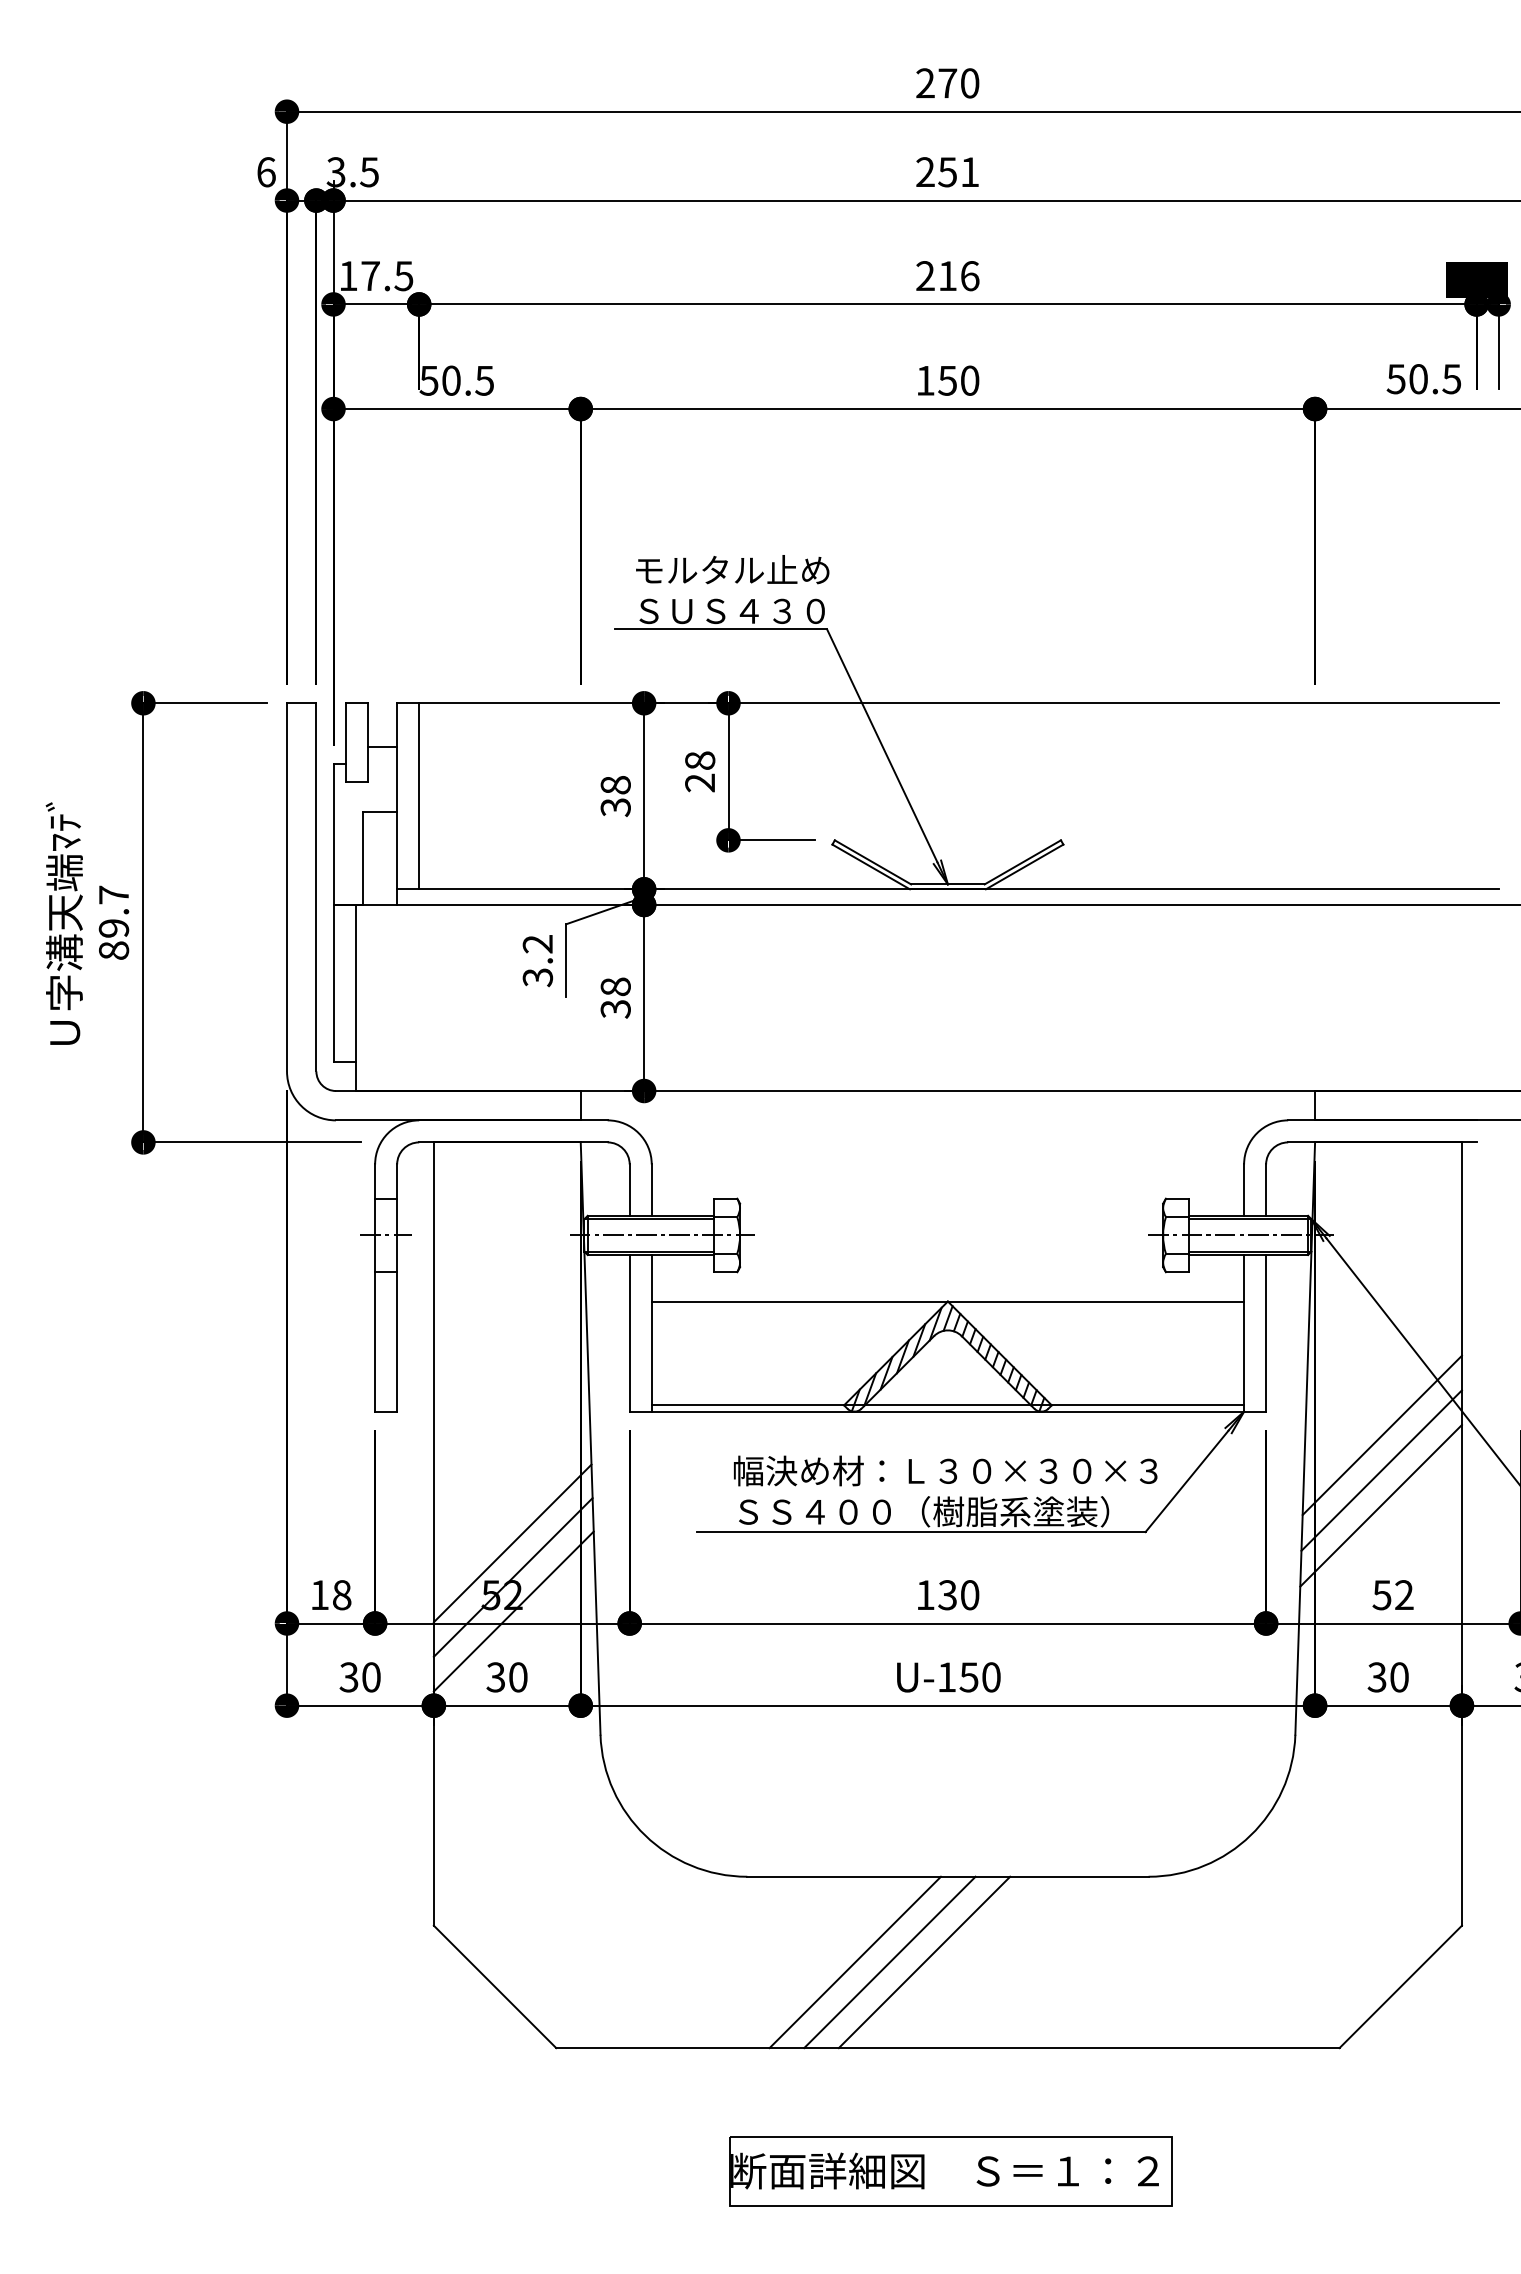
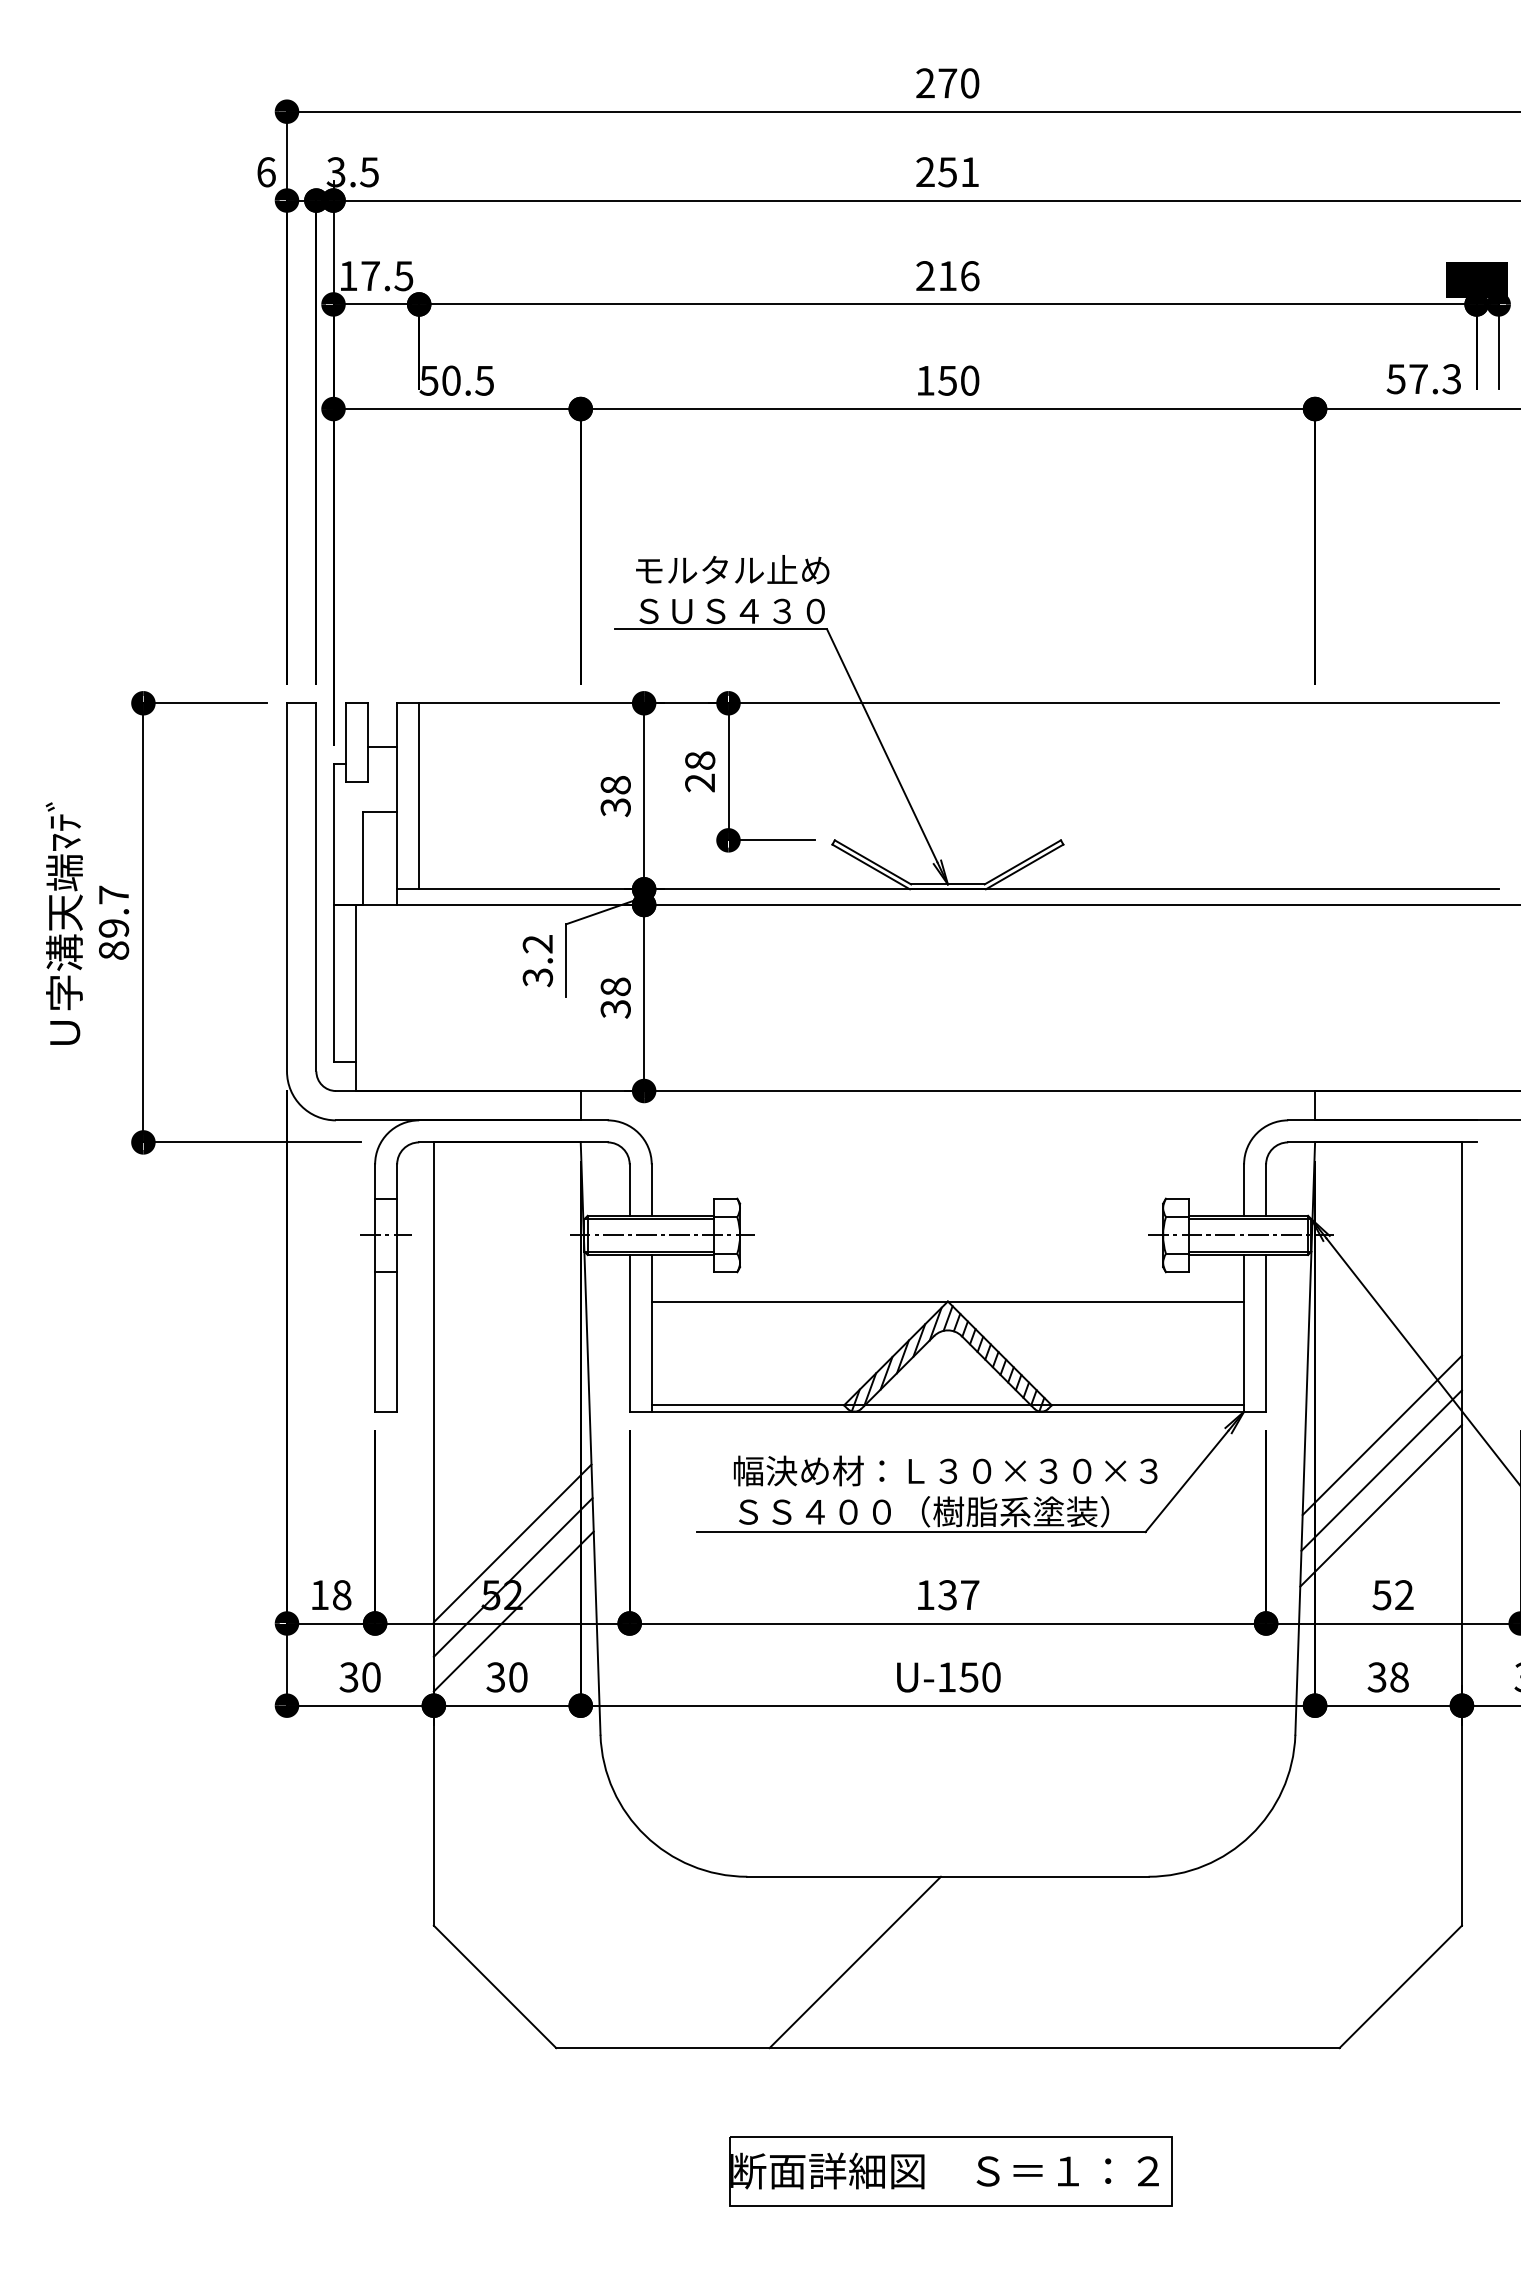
text at (1435, 379): 50.5 -> 57.3
text at (970, 1595): 130 -> 137
text at (1399, 1677): 30 -> 38
line at (889, 1962): present -> none
line at (924, 1962): present -> none
